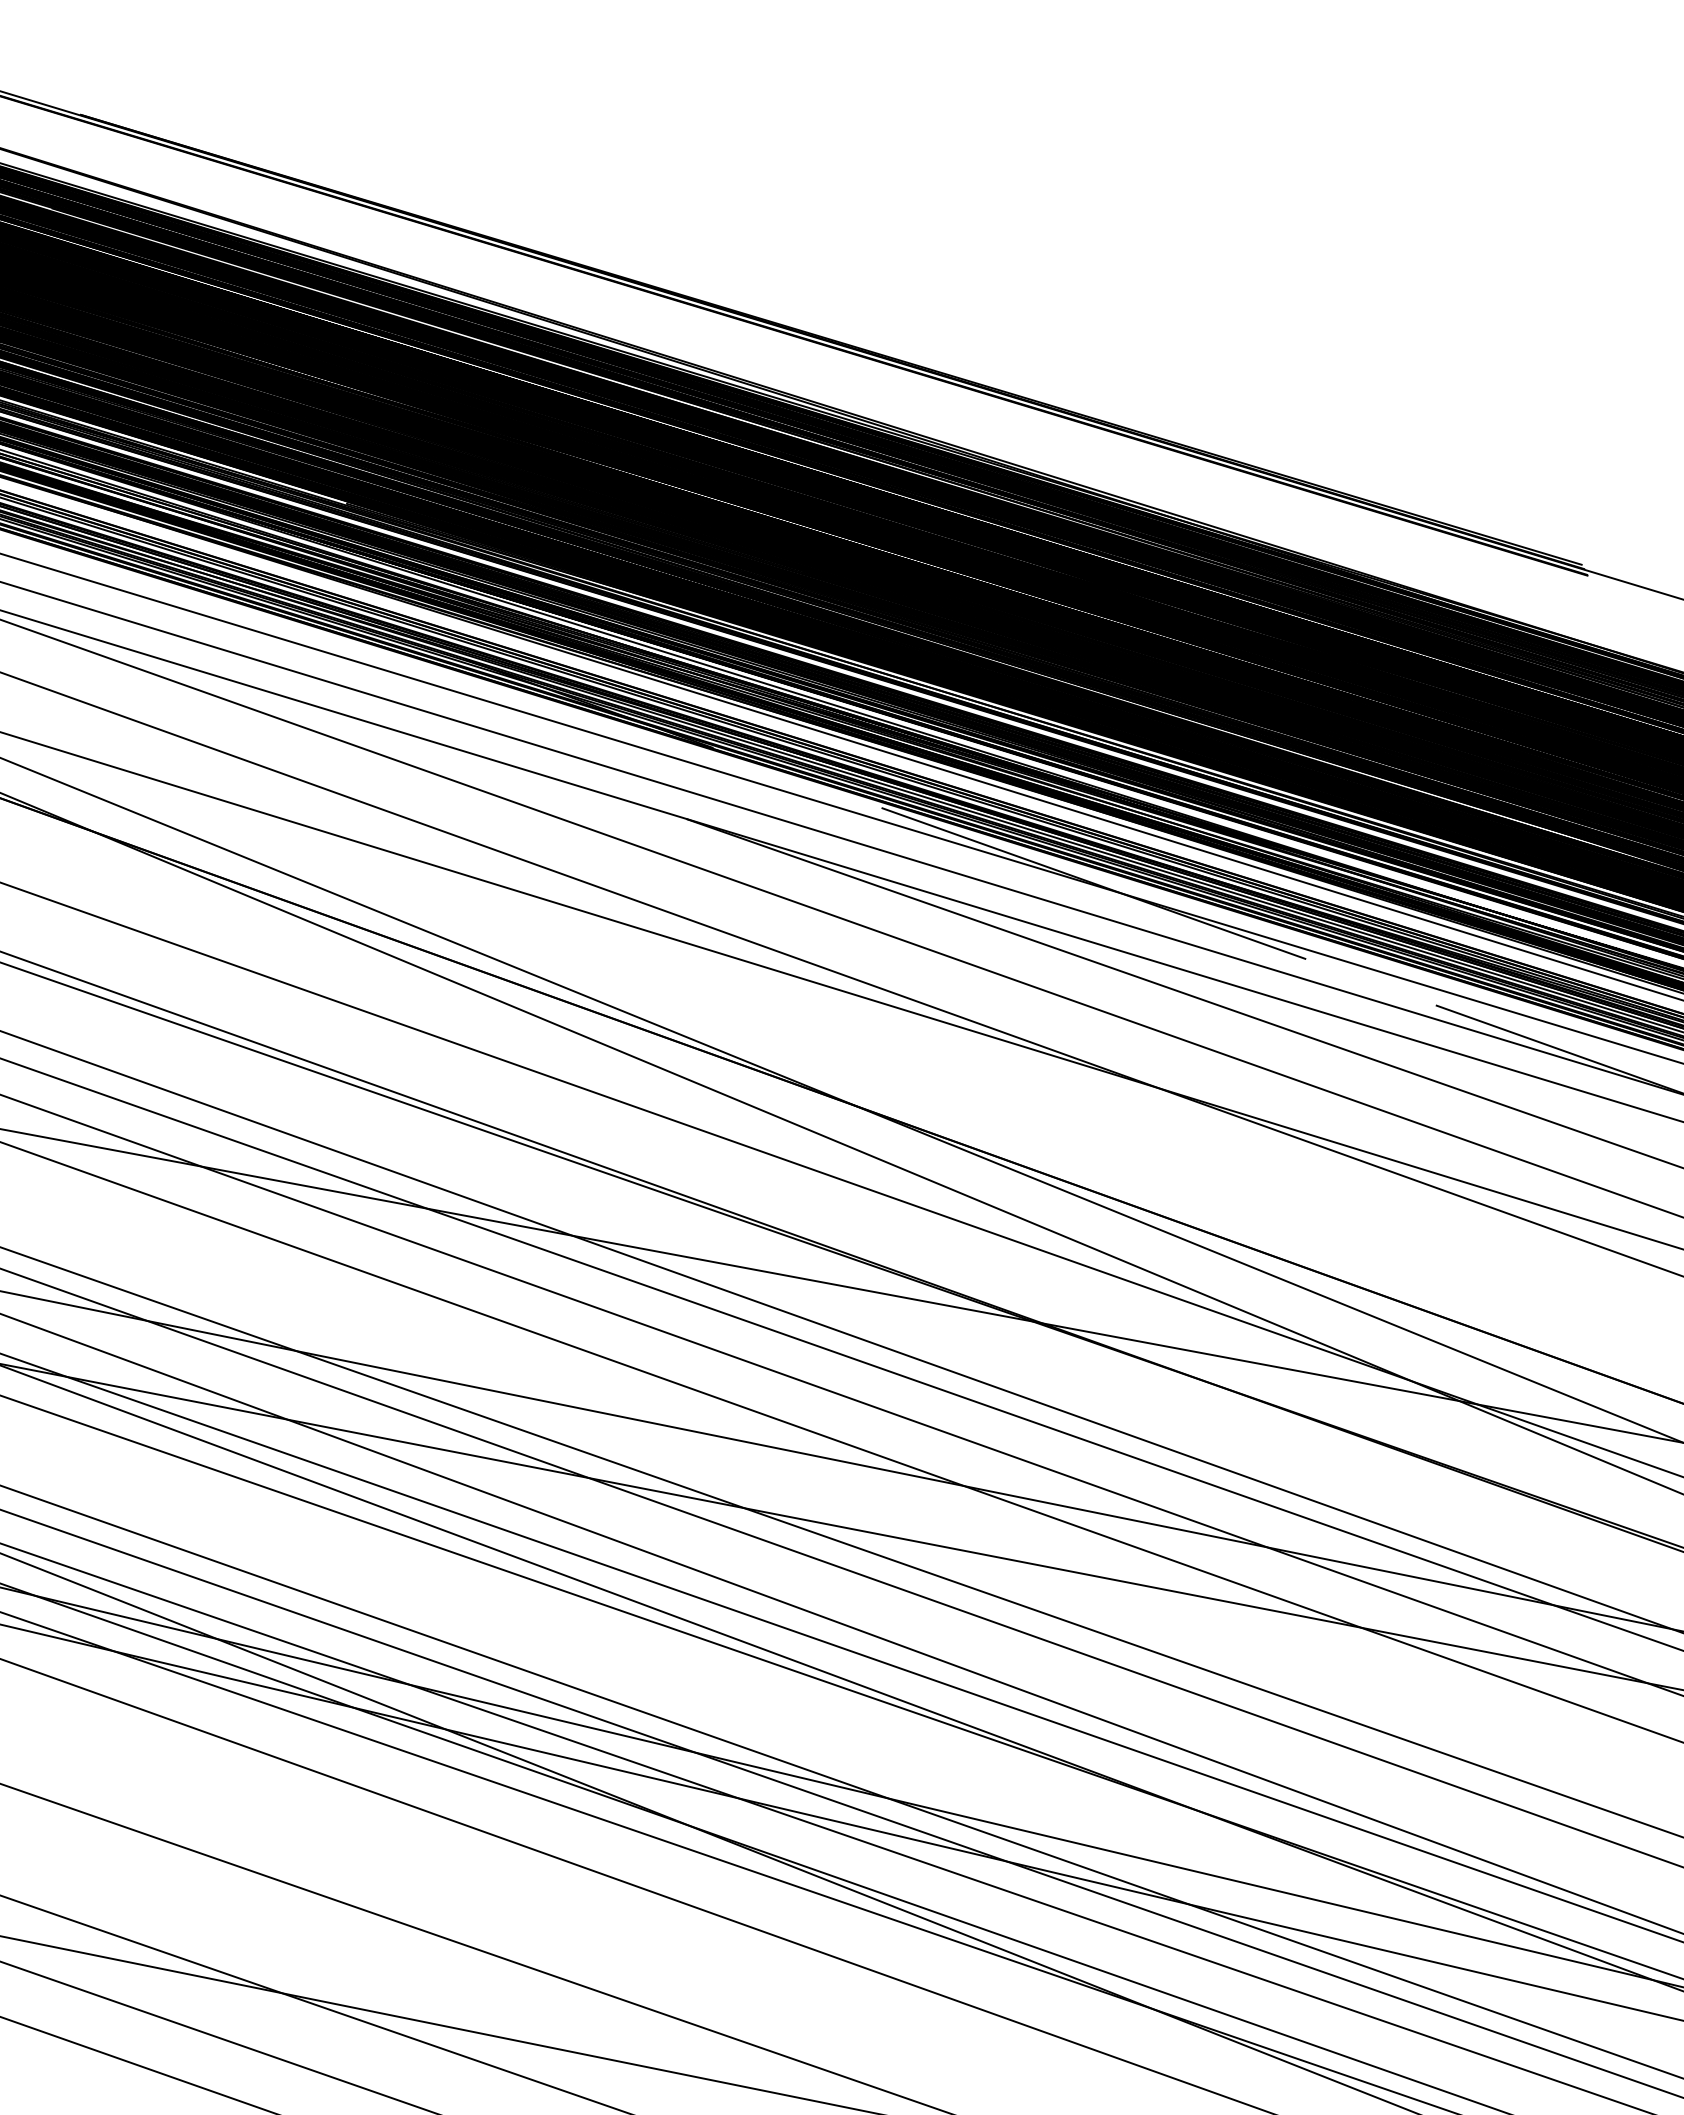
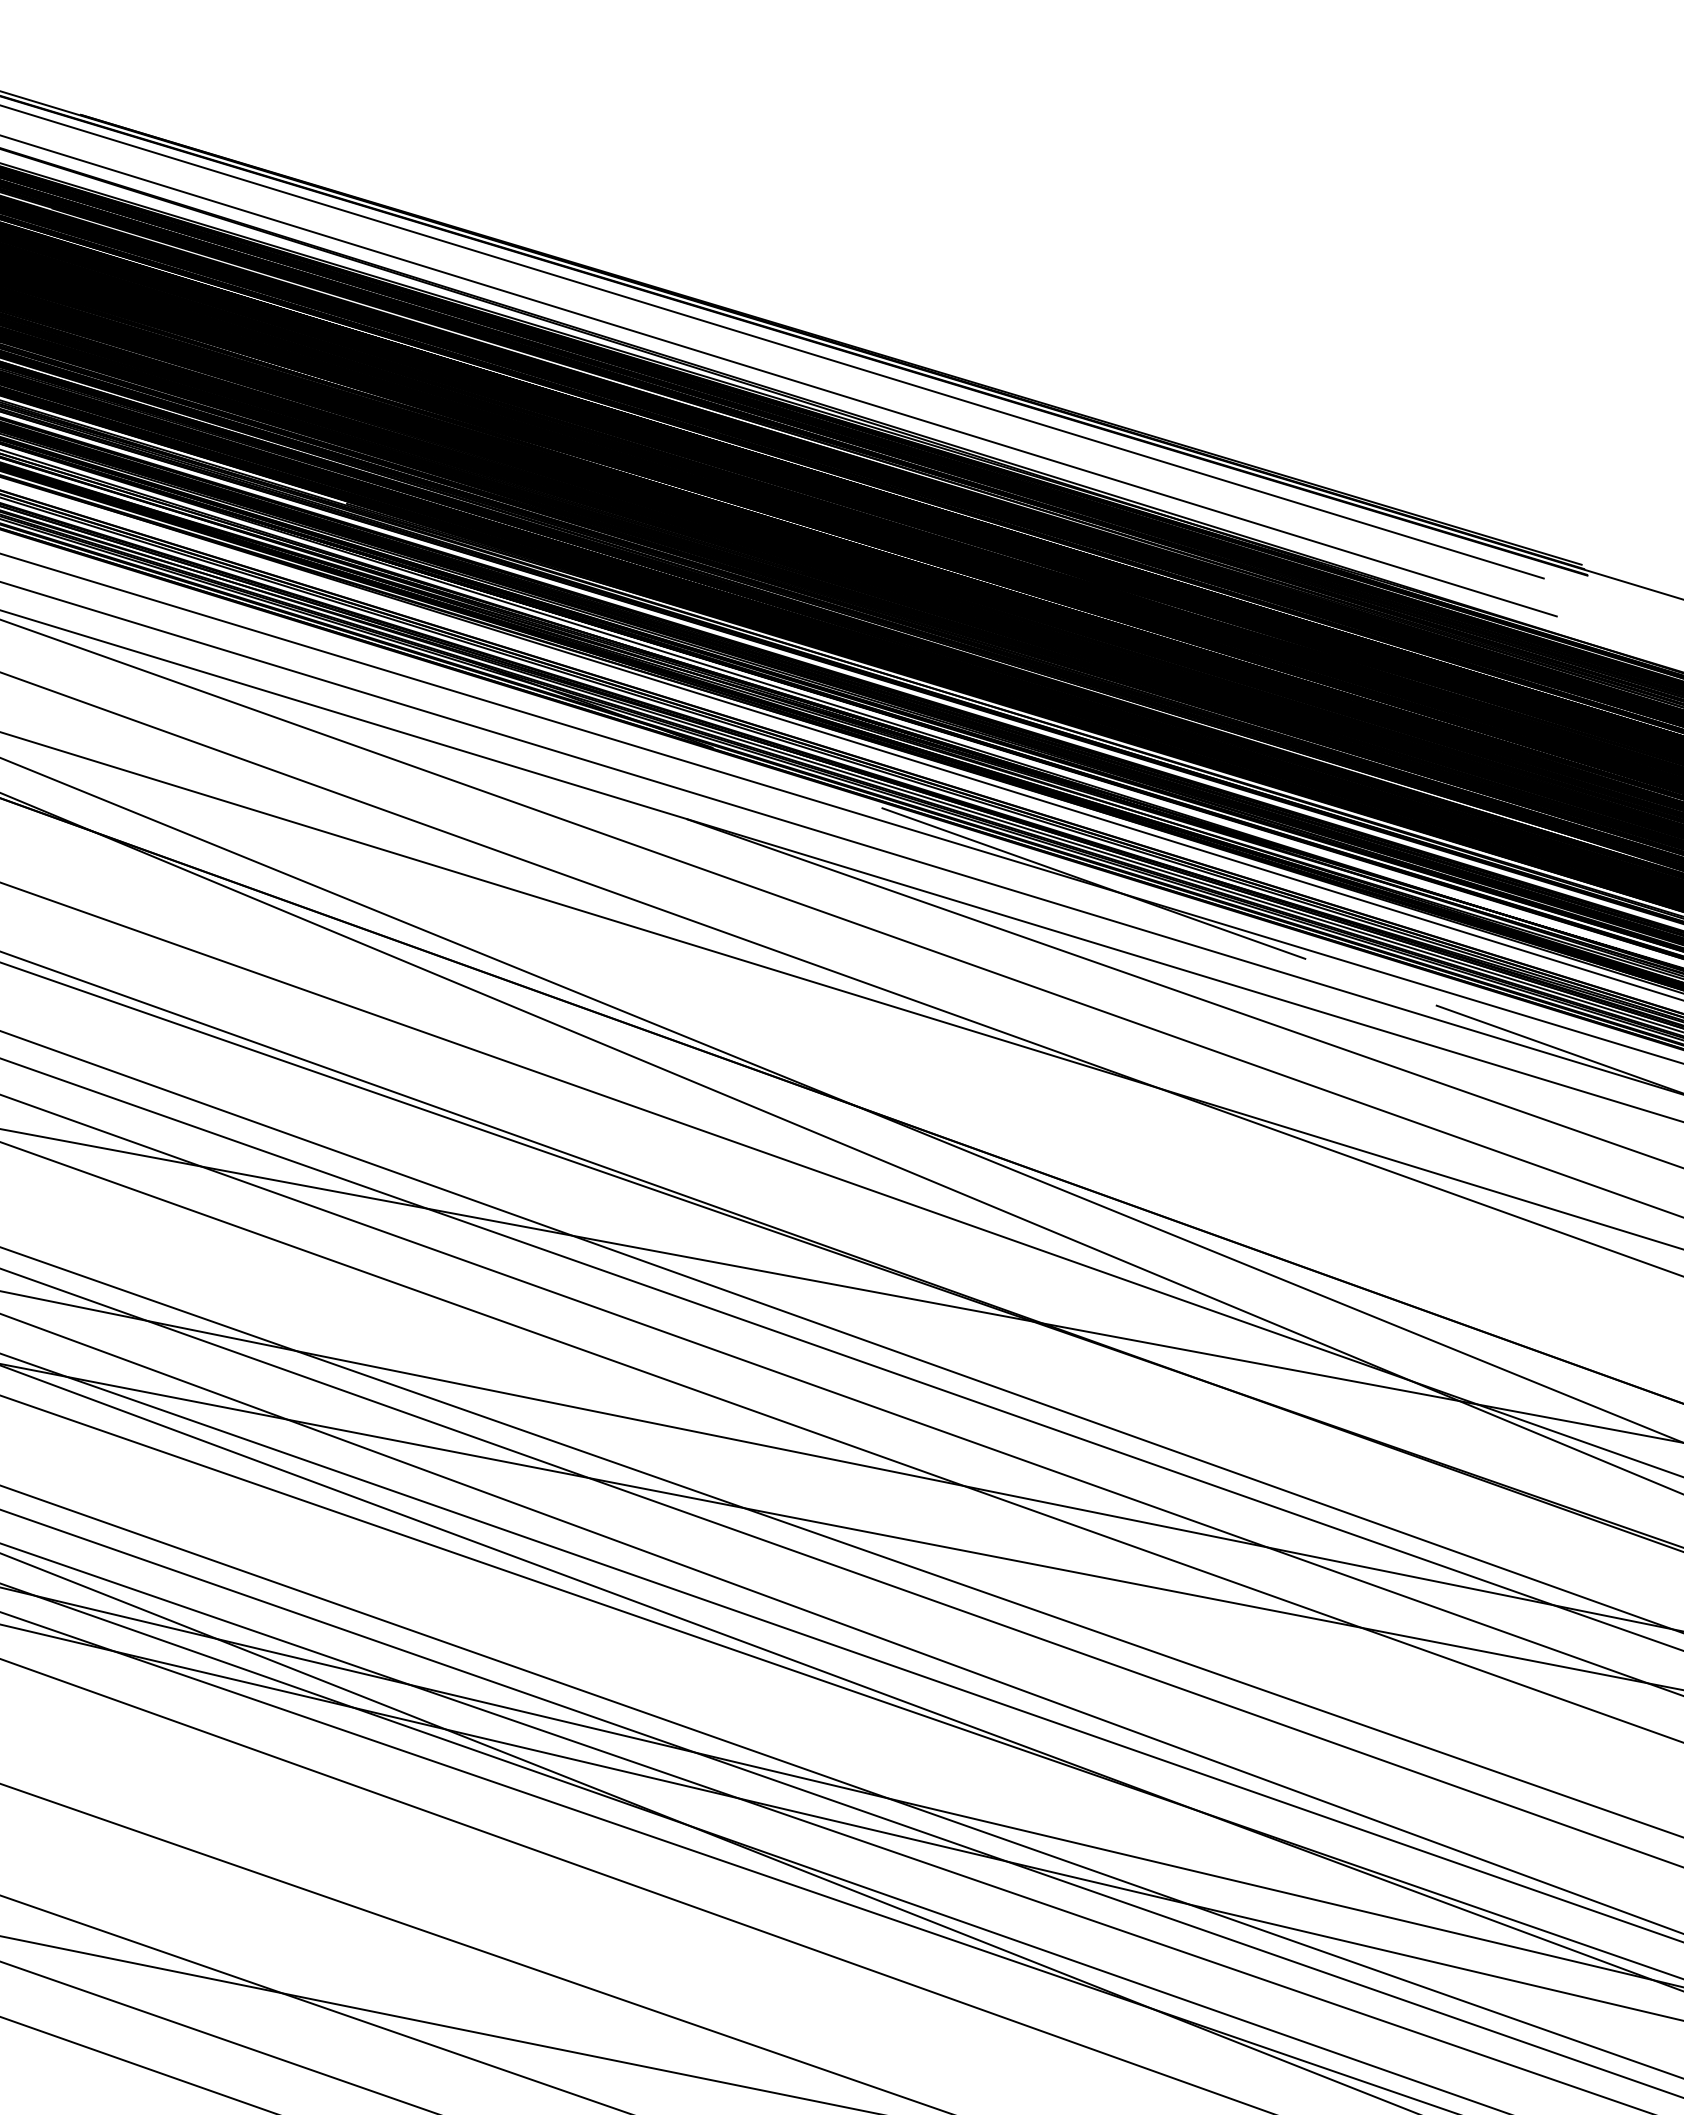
line at (772, 342): none -> present
line at (779, 376): none -> present
